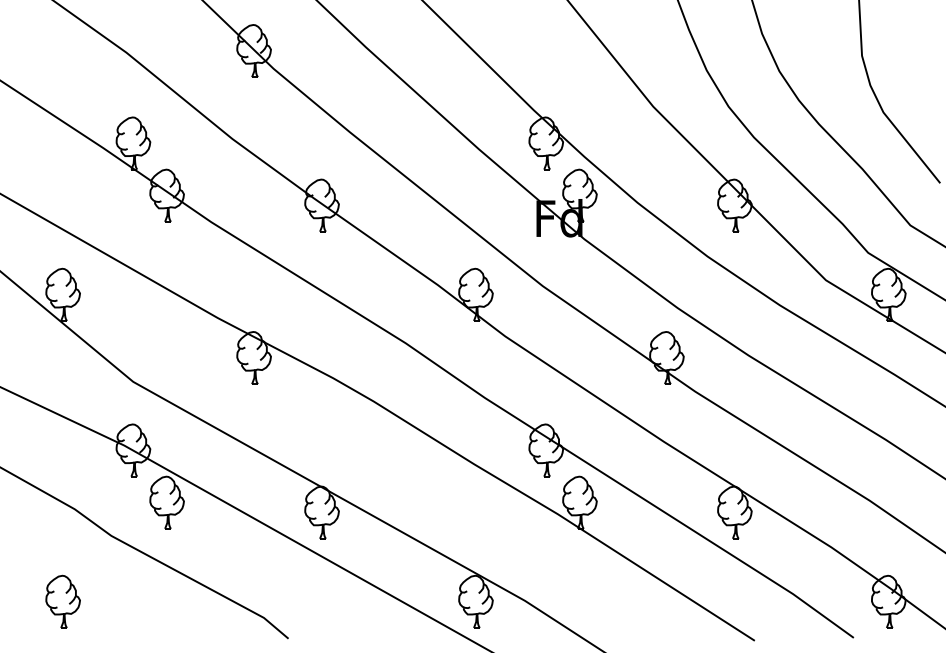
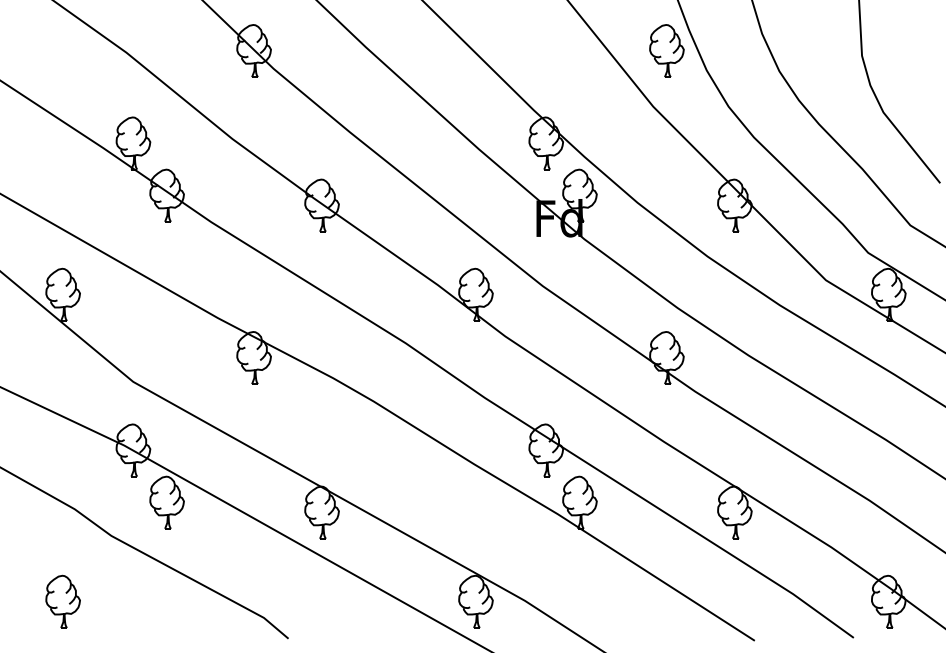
part at (666, 50): none -> present
